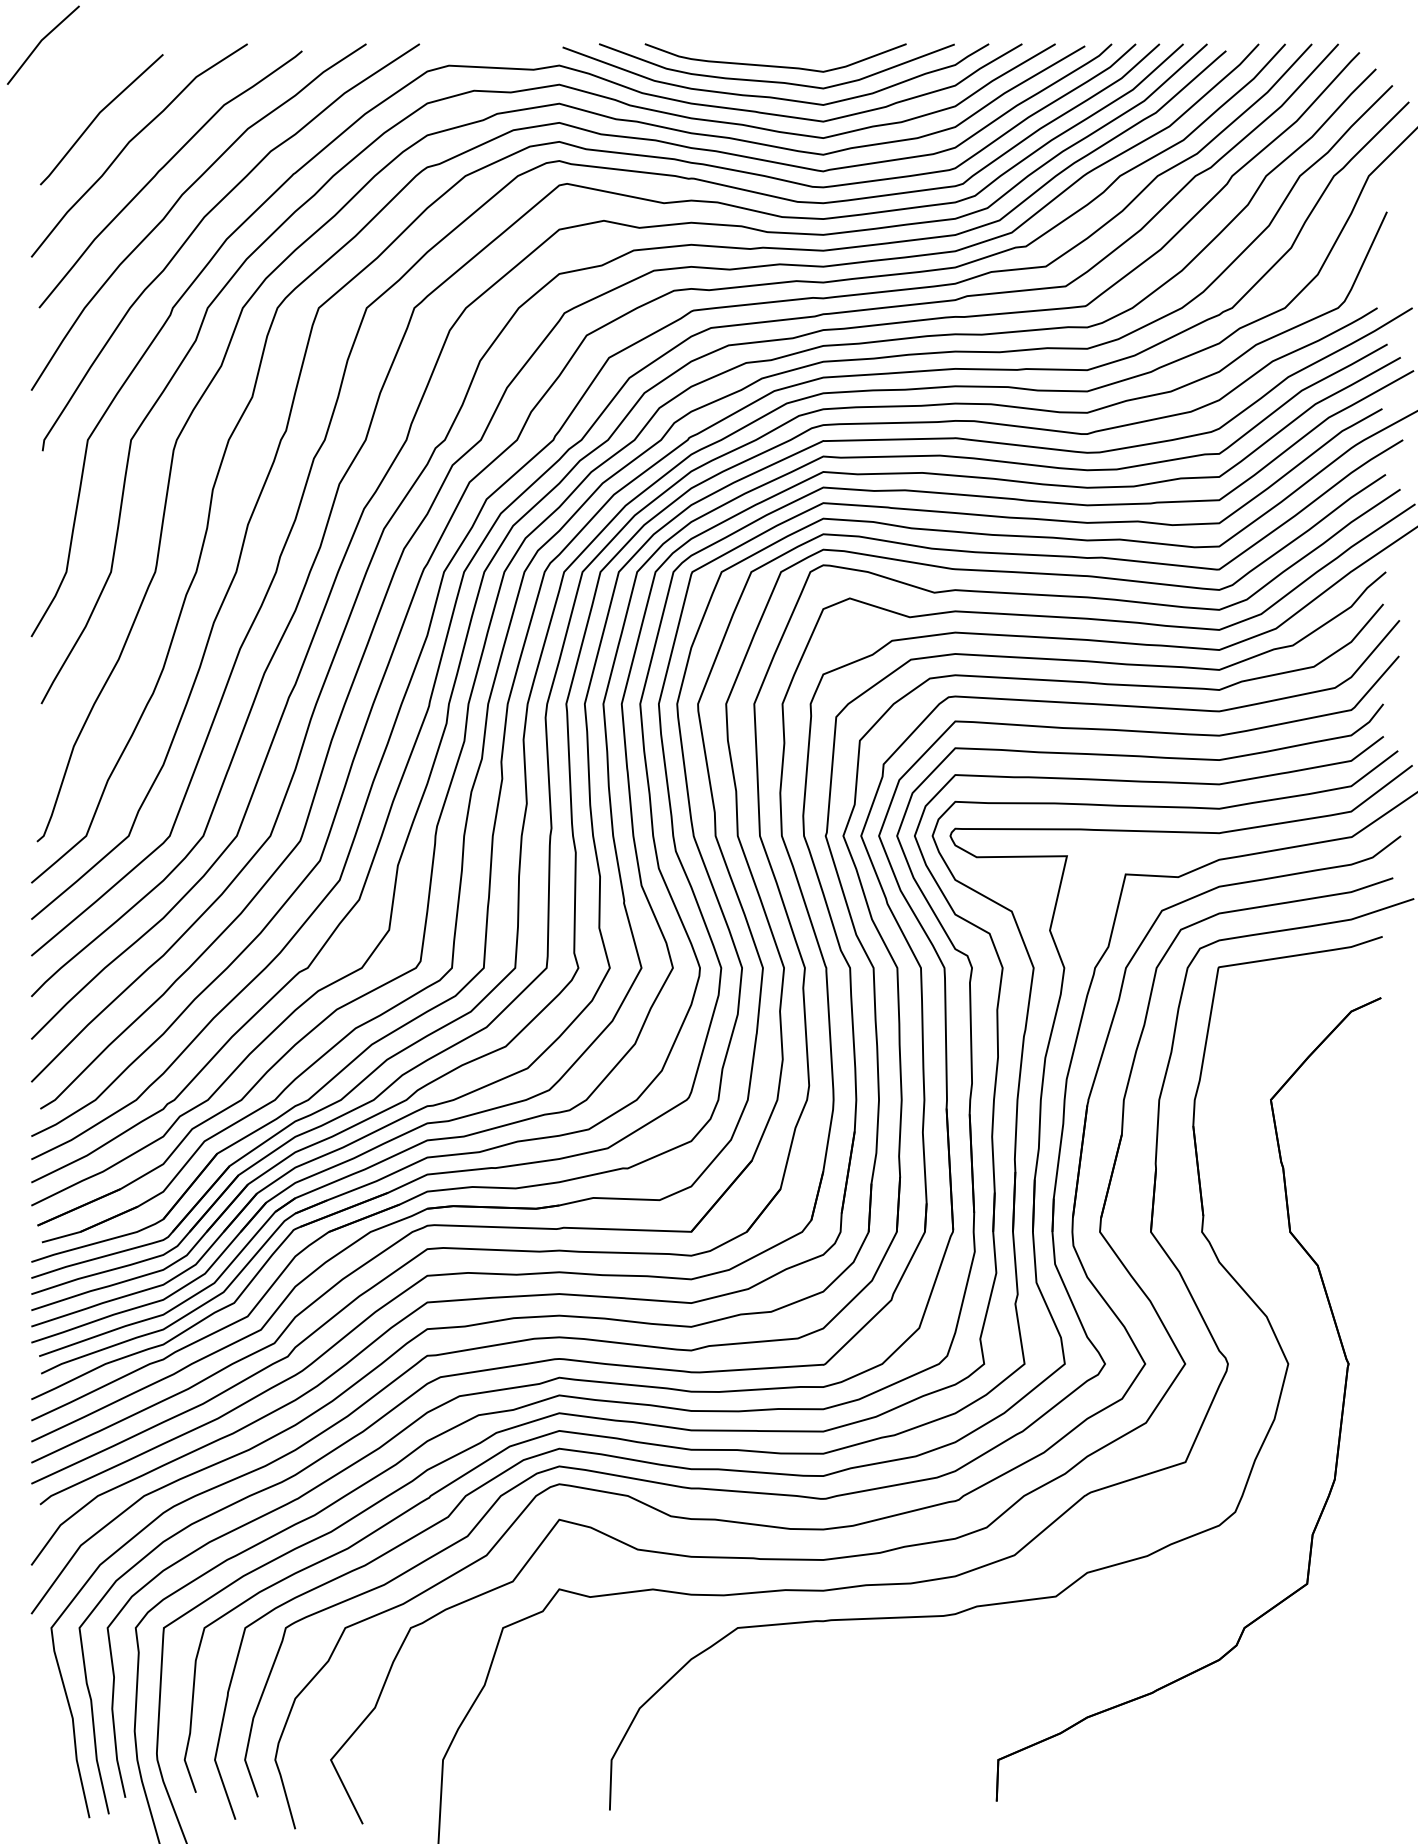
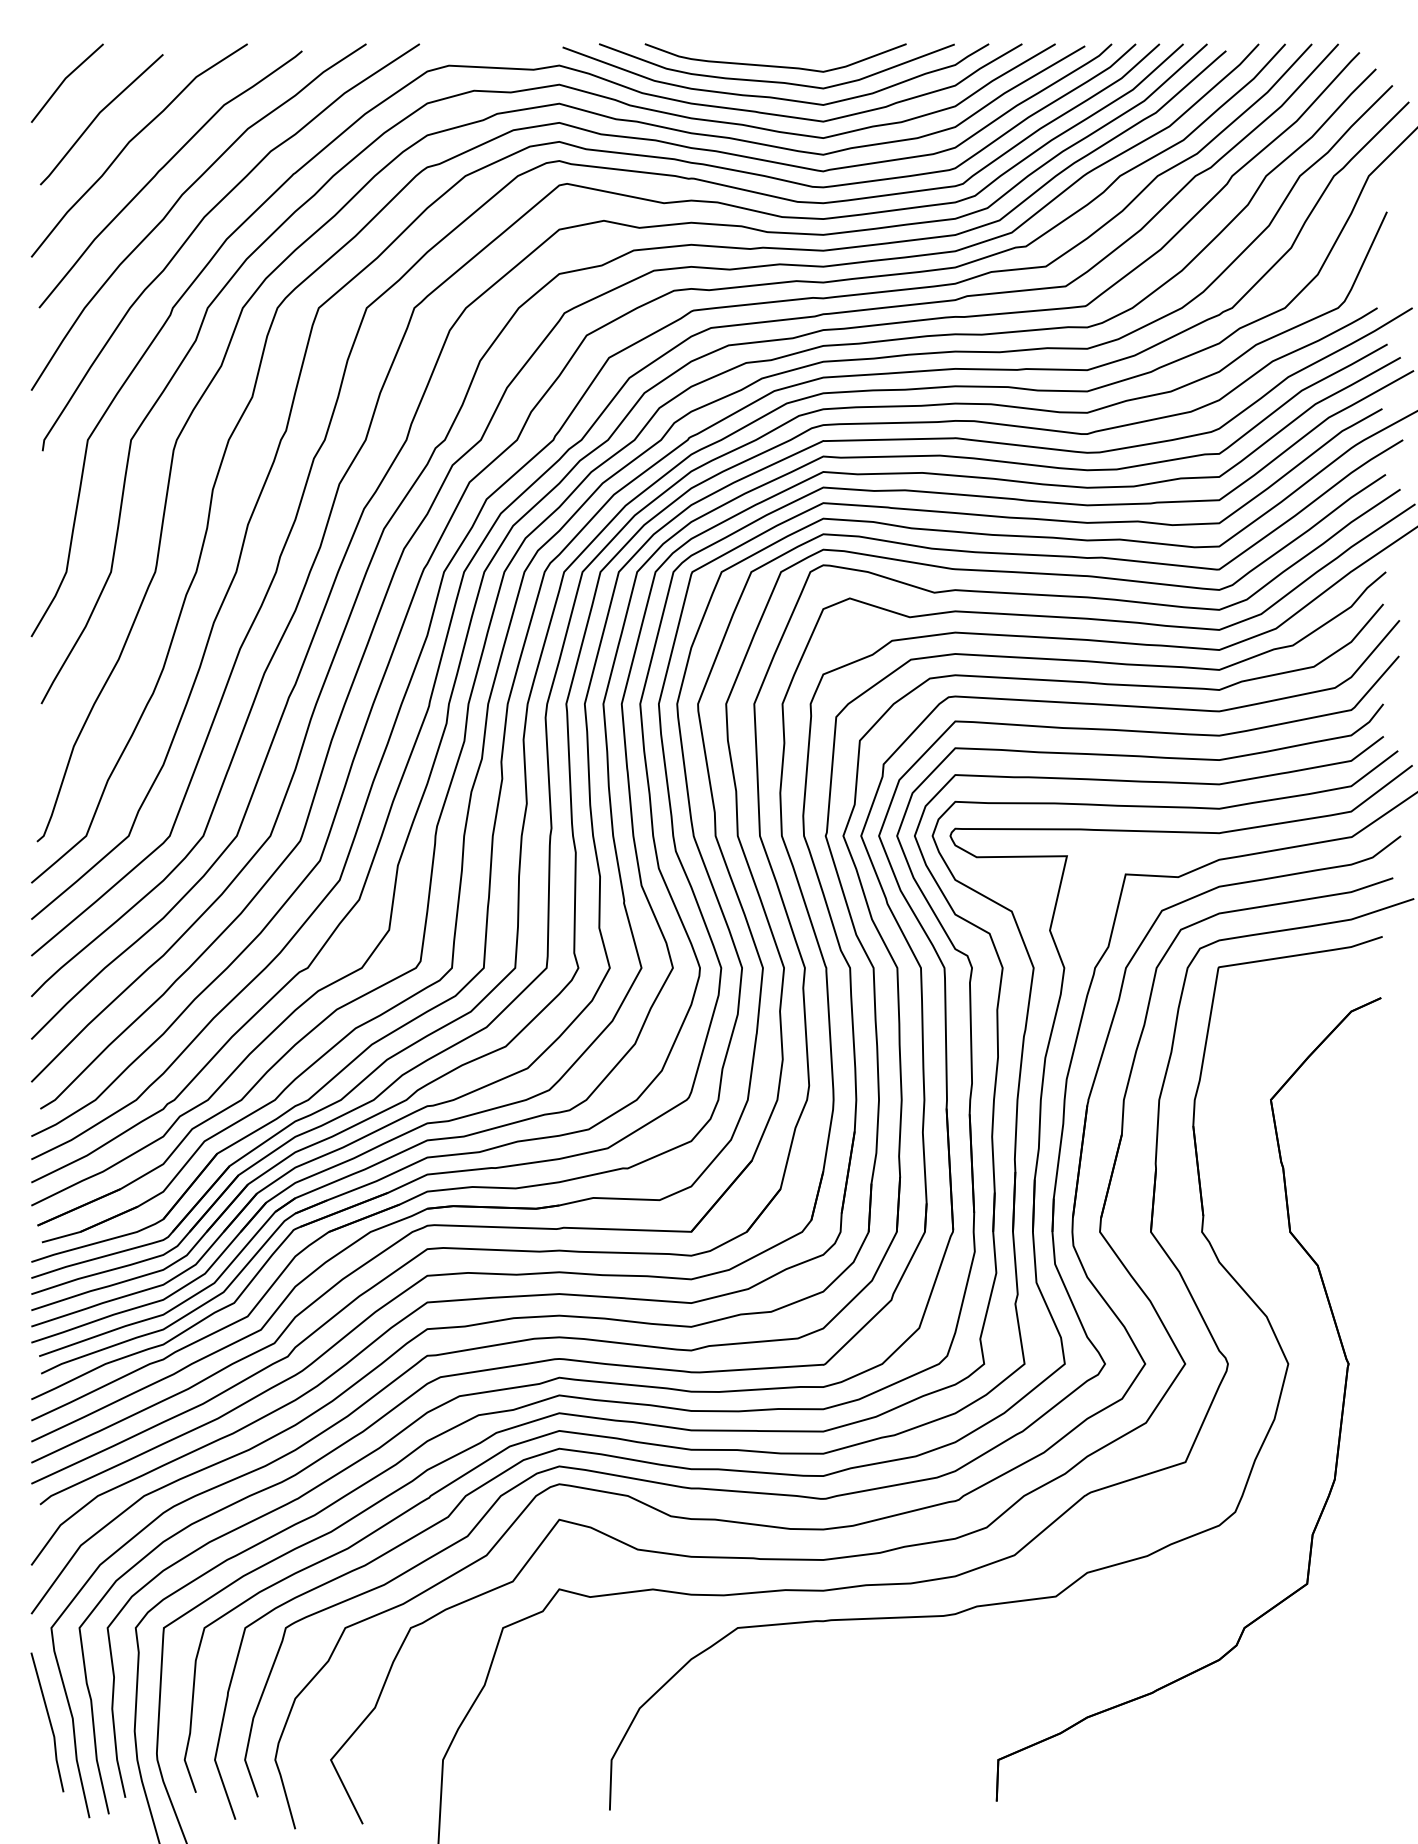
line at (41, 42) position: (41, 42) -> (65, 80)
line at (49, 1722): none -> present
